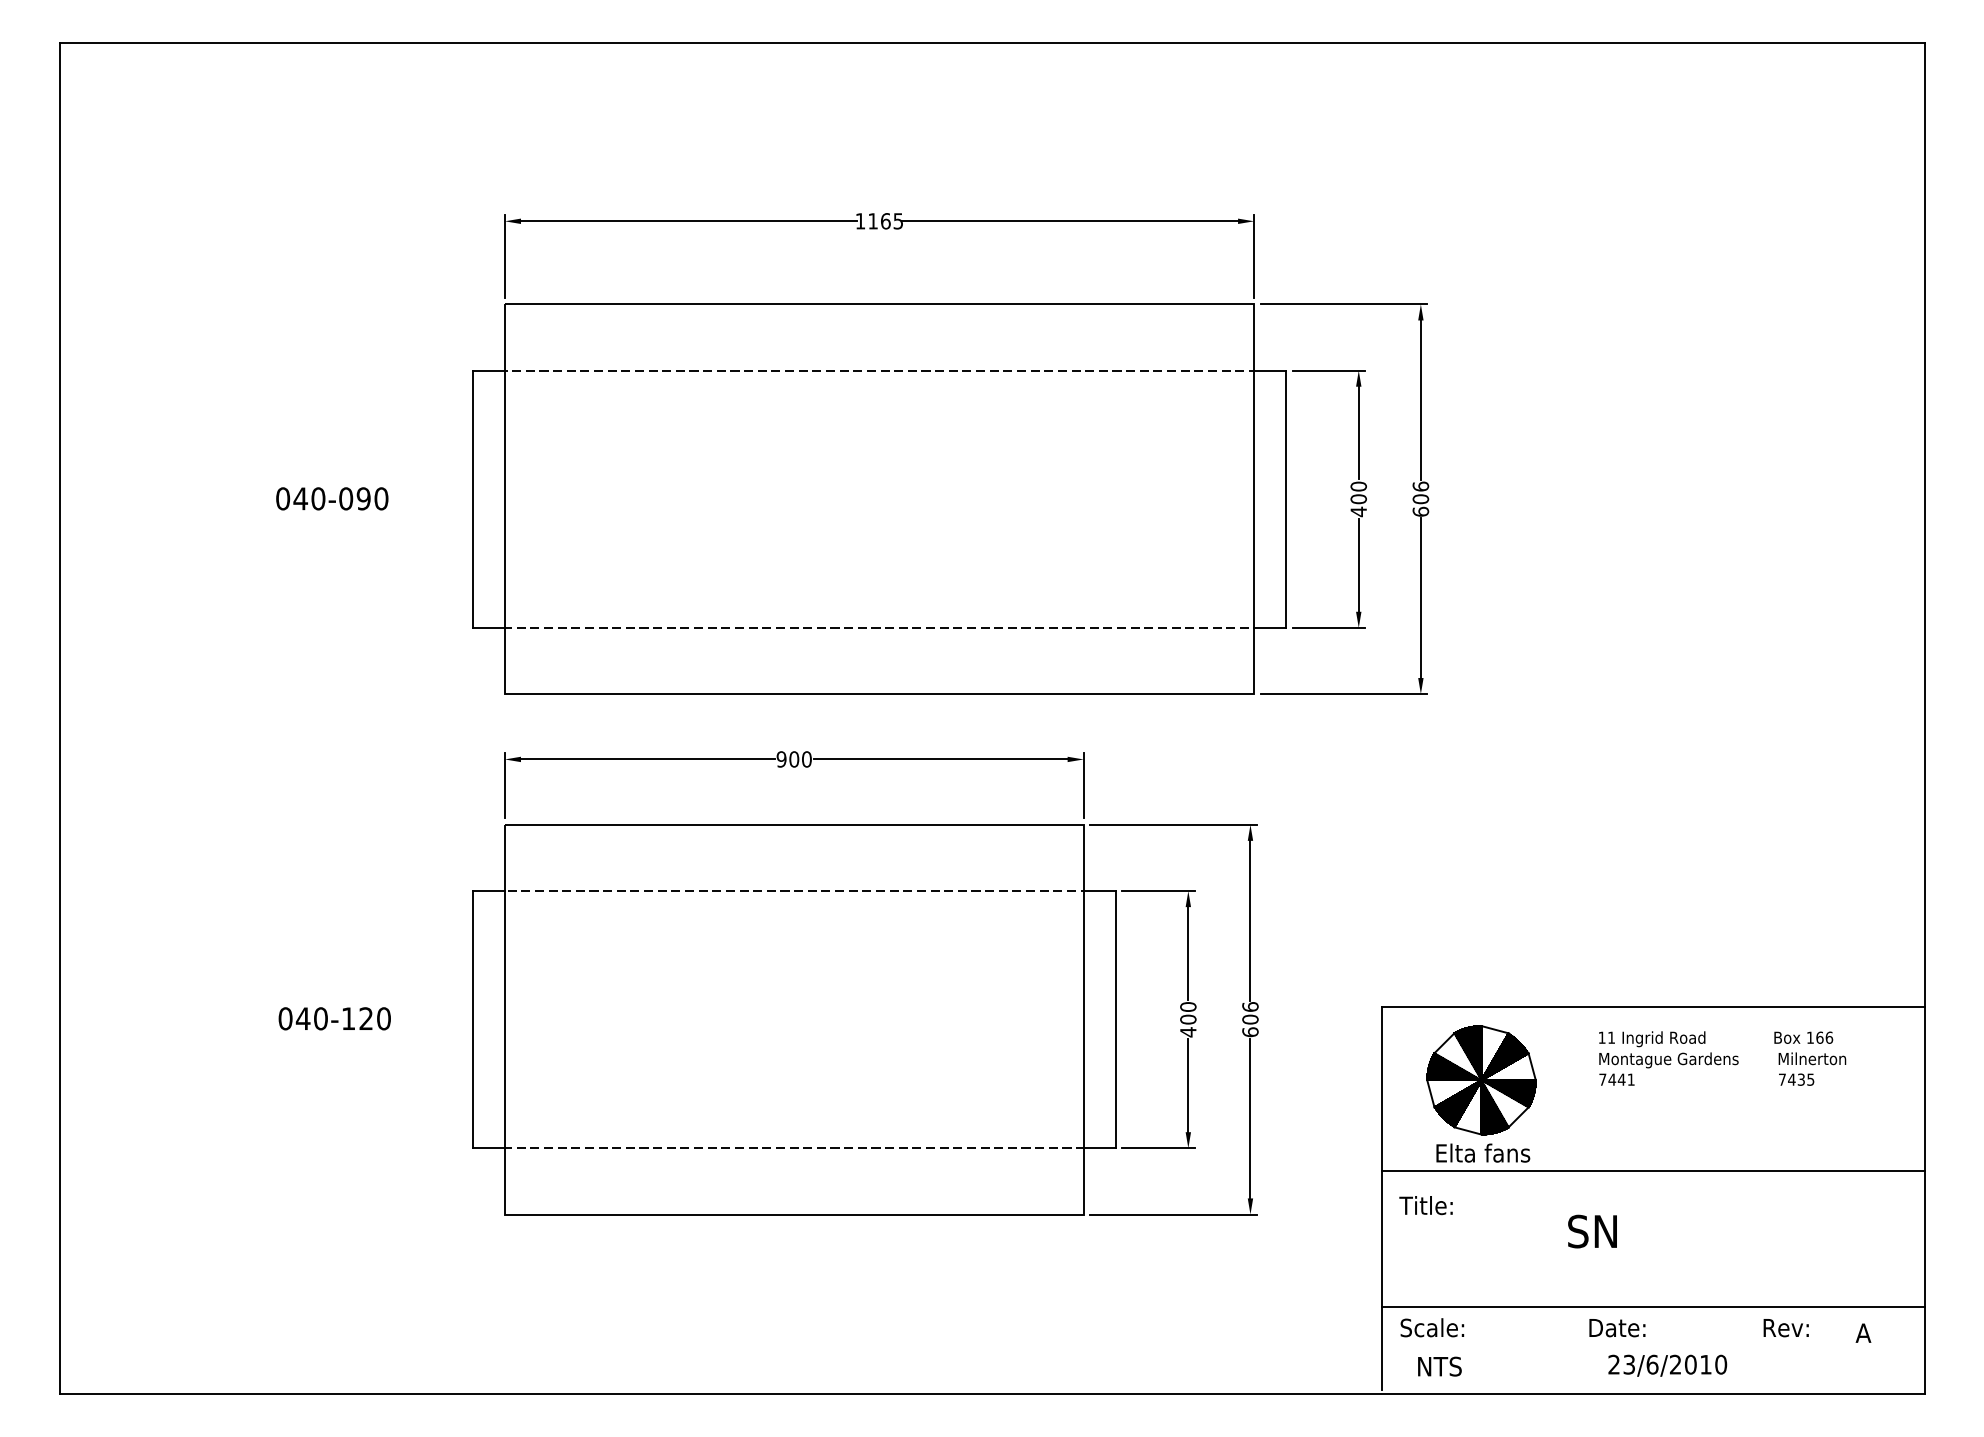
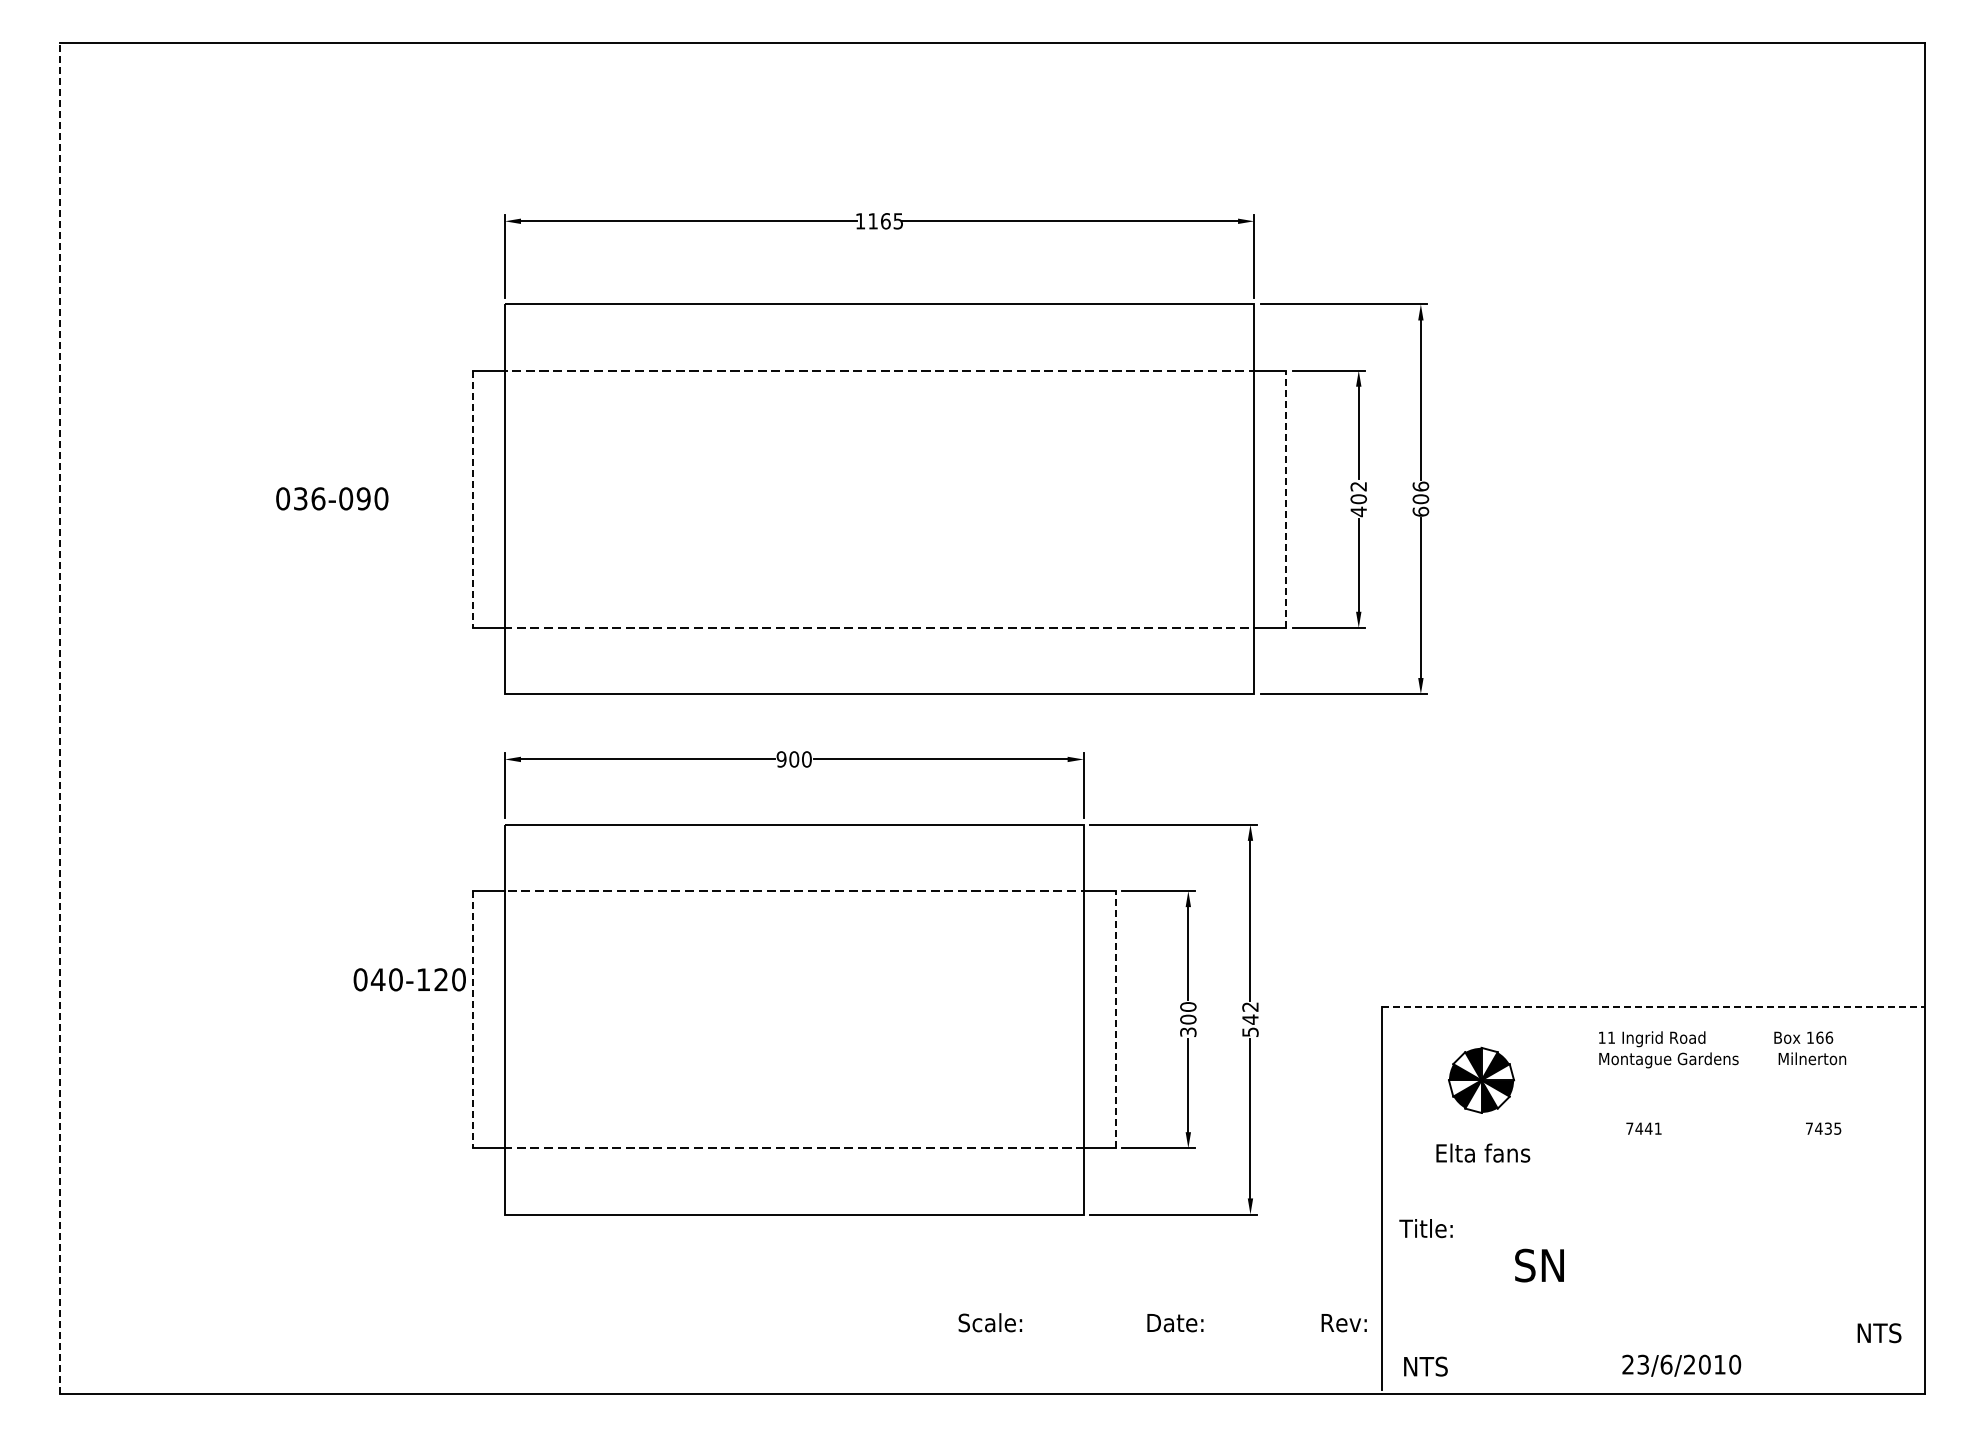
text at (1358, 486): 400 -> 402
text at (309, 498): 040-090 -> 036-090
line at (472, 499): solid -> dashed
line at (1286, 499): solid -> dashed
line at (59, 717): solid -> dashed
line at (1653, 1006): solid -> dashed
text at (334, 1018) position: (334, 1018) -> (409, 979)
line at (472, 1019): solid -> dashed
line at (1115, 1019): solid -> dashed
text at (1250, 1019): 606 -> 542
text at (1188, 1032): 400 -> 300
text at (1706, 1079) position: (1706, 1079) -> (1733, 1128)
part at (1481, 1080) size: 111x111 px -> 68x68 px
line at (1652, 1170): present -> none
text at (1425, 1205) position: (1425, 1205) -> (1425, 1228)
text at (1592, 1231) position: (1592, 1231) -> (1539, 1265)
line at (1652, 1307): present -> none
text at (1604, 1327) position: (1604, 1327) -> (1162, 1322)
text at (1878, 1333): A -> NTS
text at (1667, 1365) position: (1667, 1365) -> (1681, 1365)
text at (1439, 1366) position: (1439, 1366) -> (1425, 1366)
